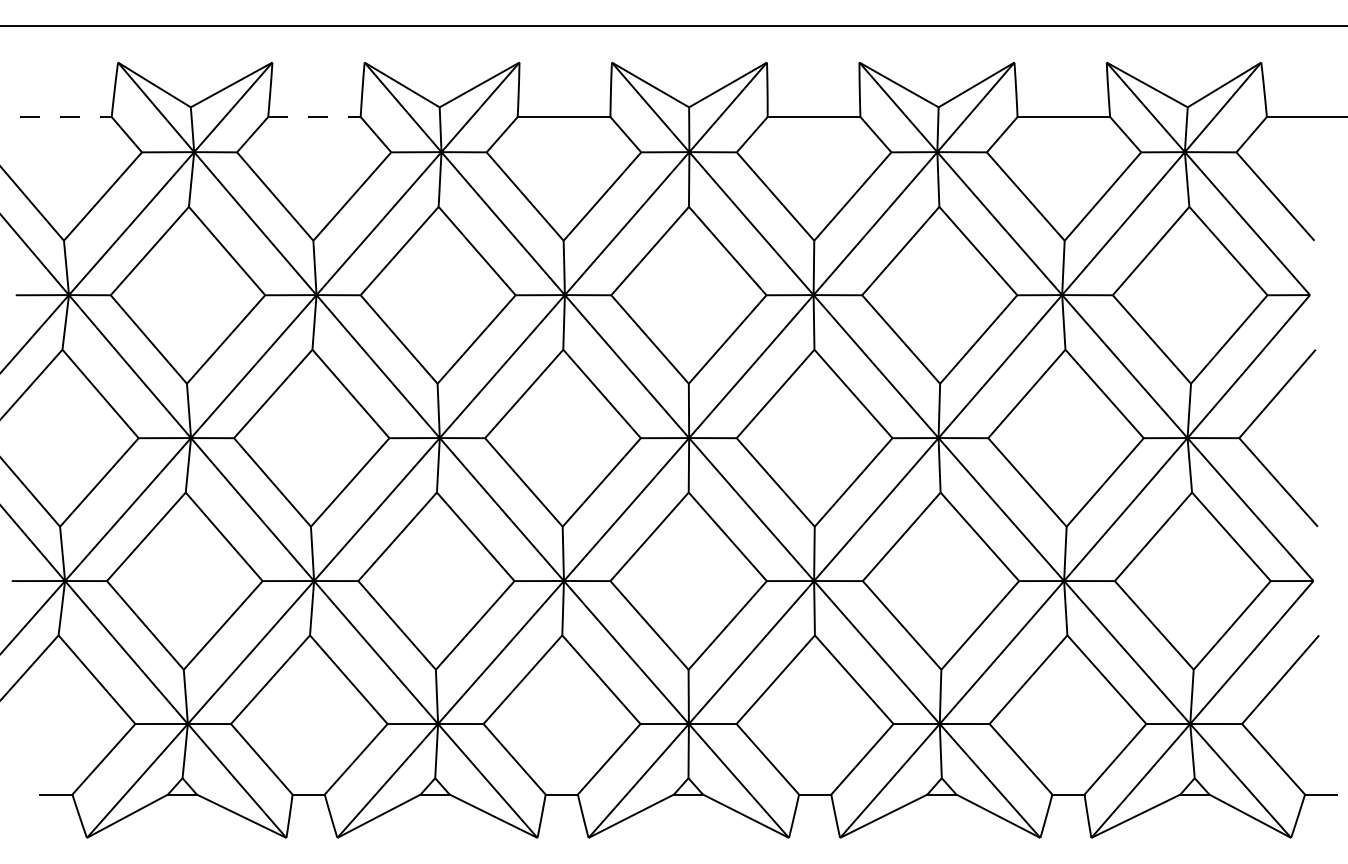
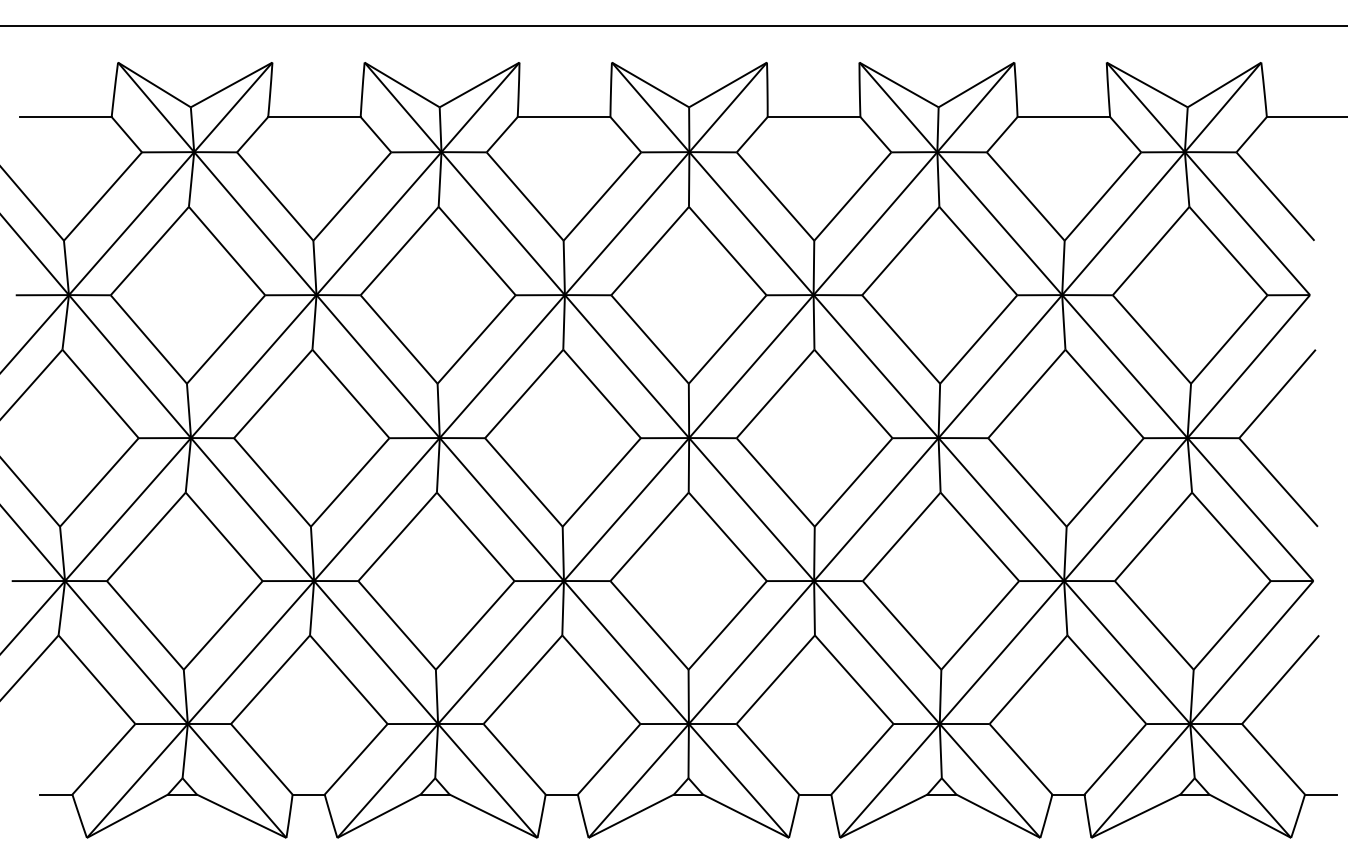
line at (66, 117): dashed -> solid
line at (314, 117): dashed -> solid
